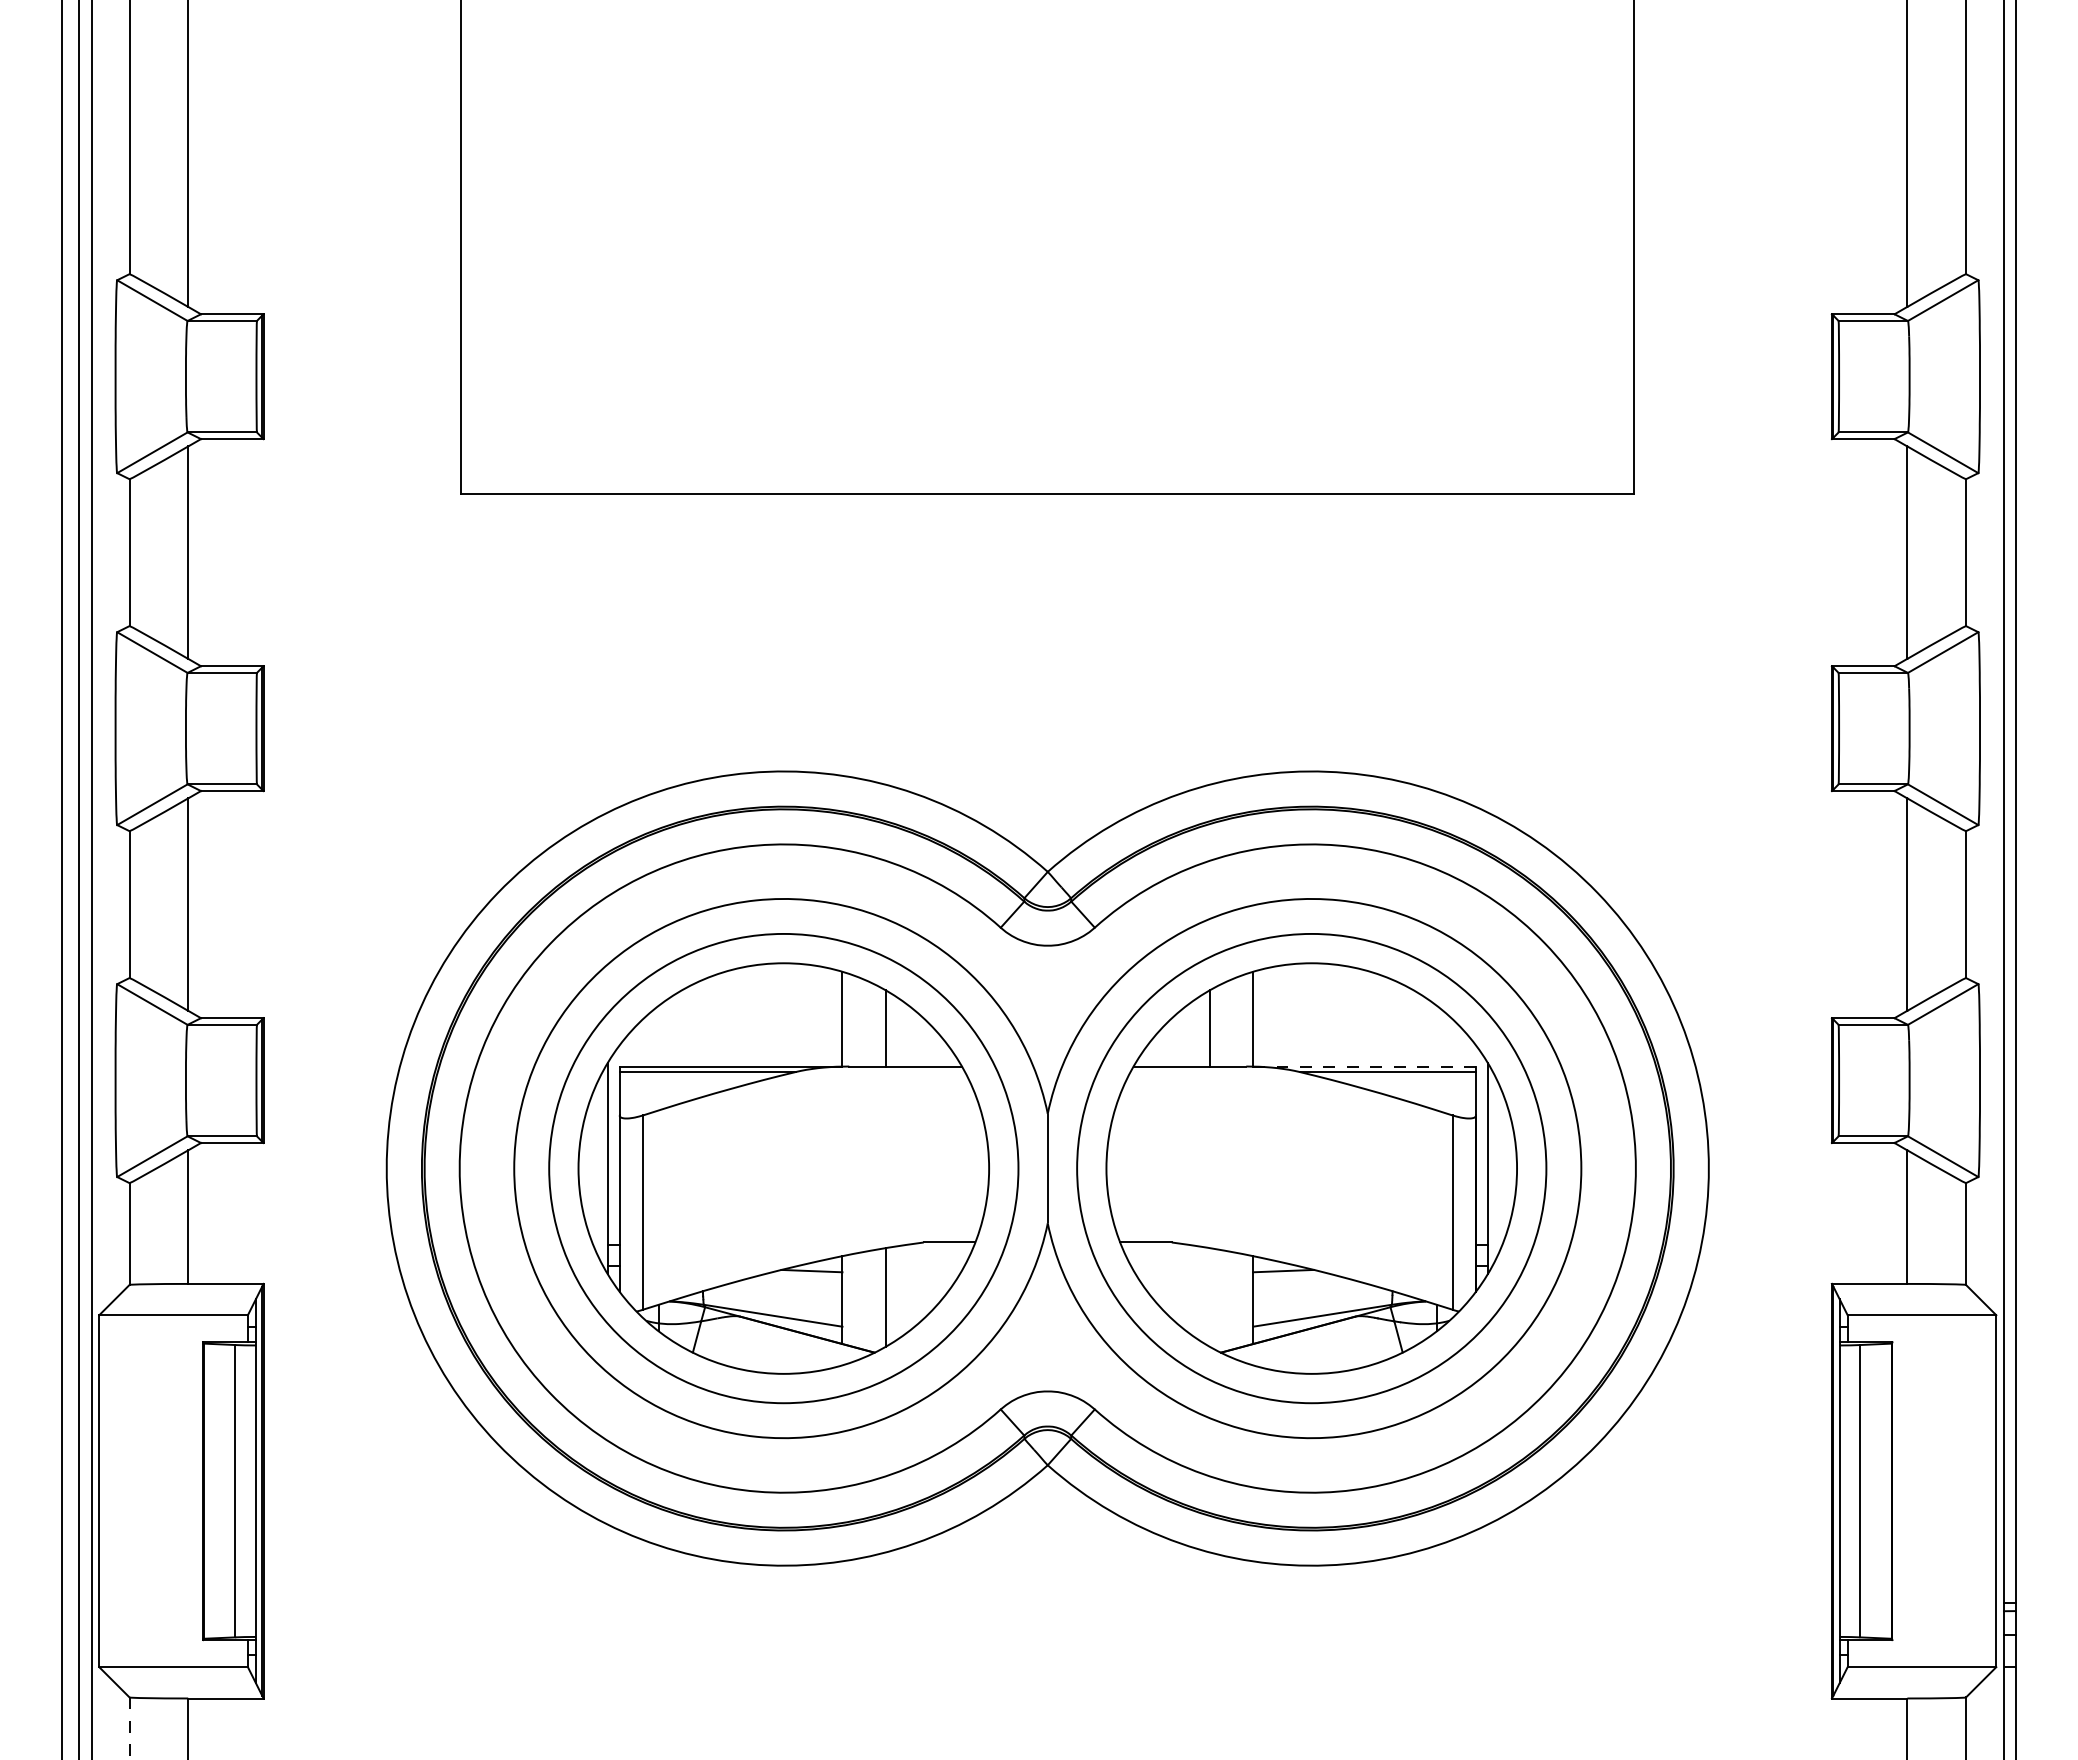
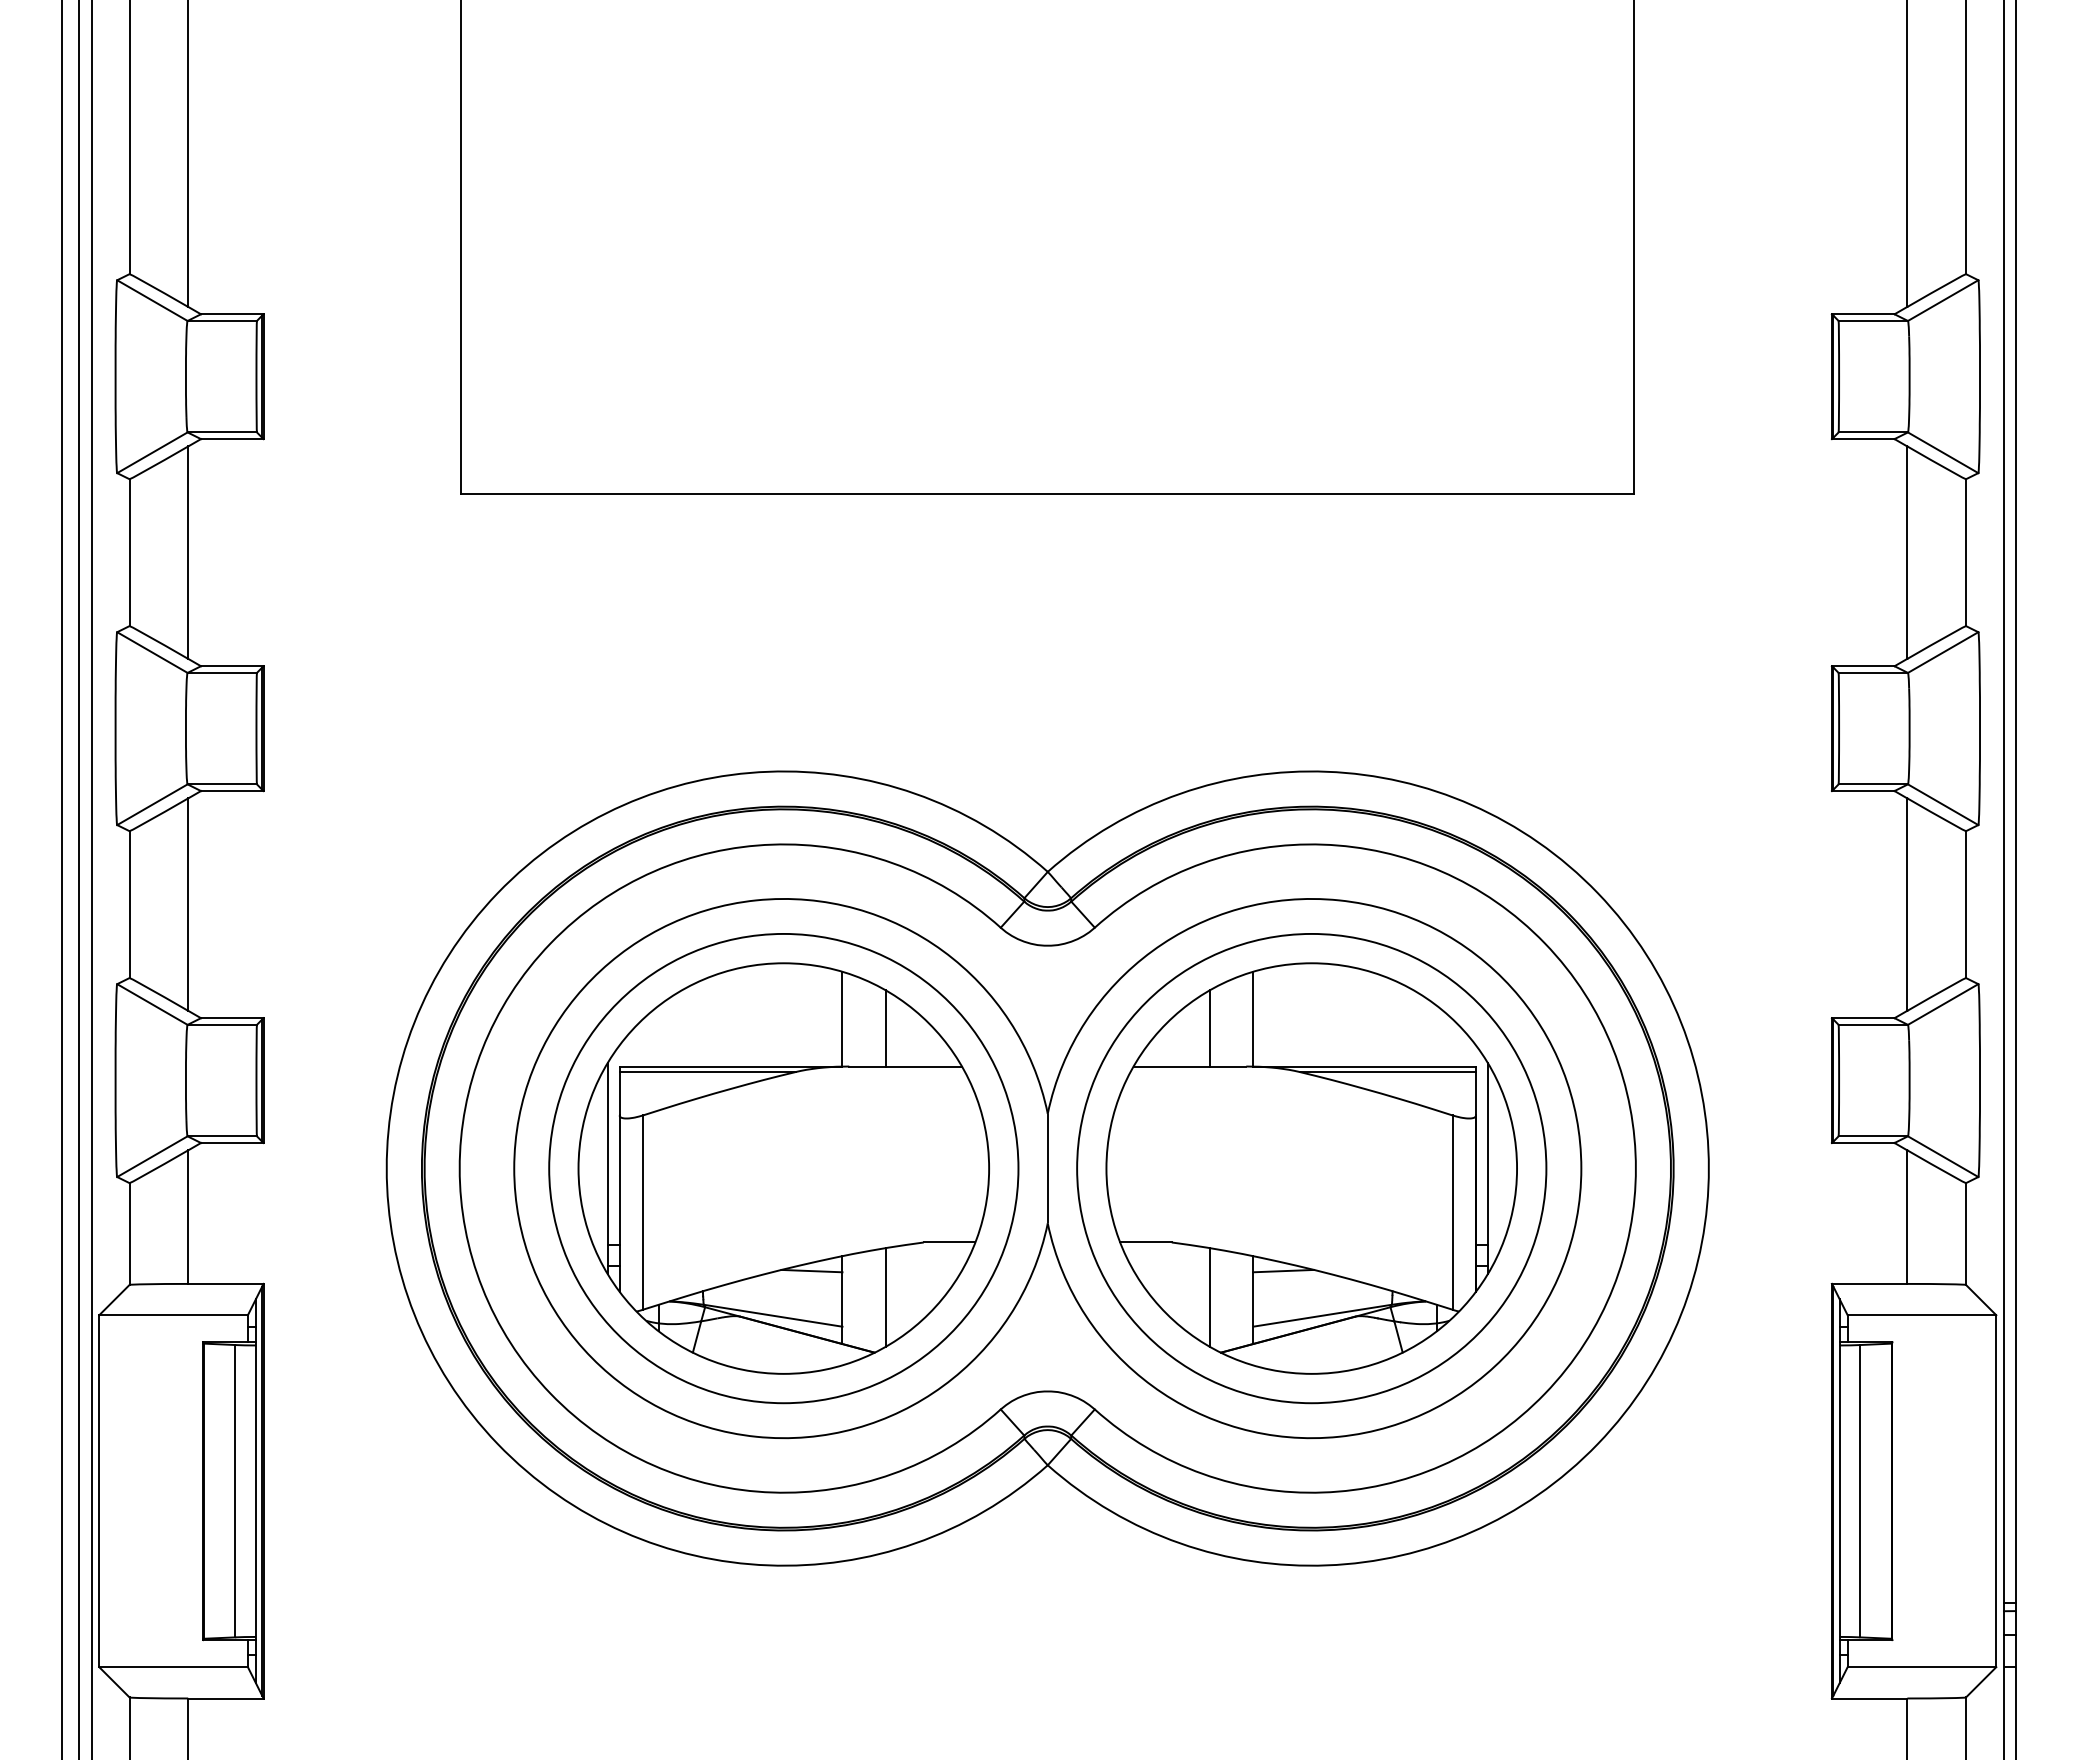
line at (1364, 1066): dashed -> solid
line at (1209, 1297): none -> present
line at (129, 1729): dashed -> solid
